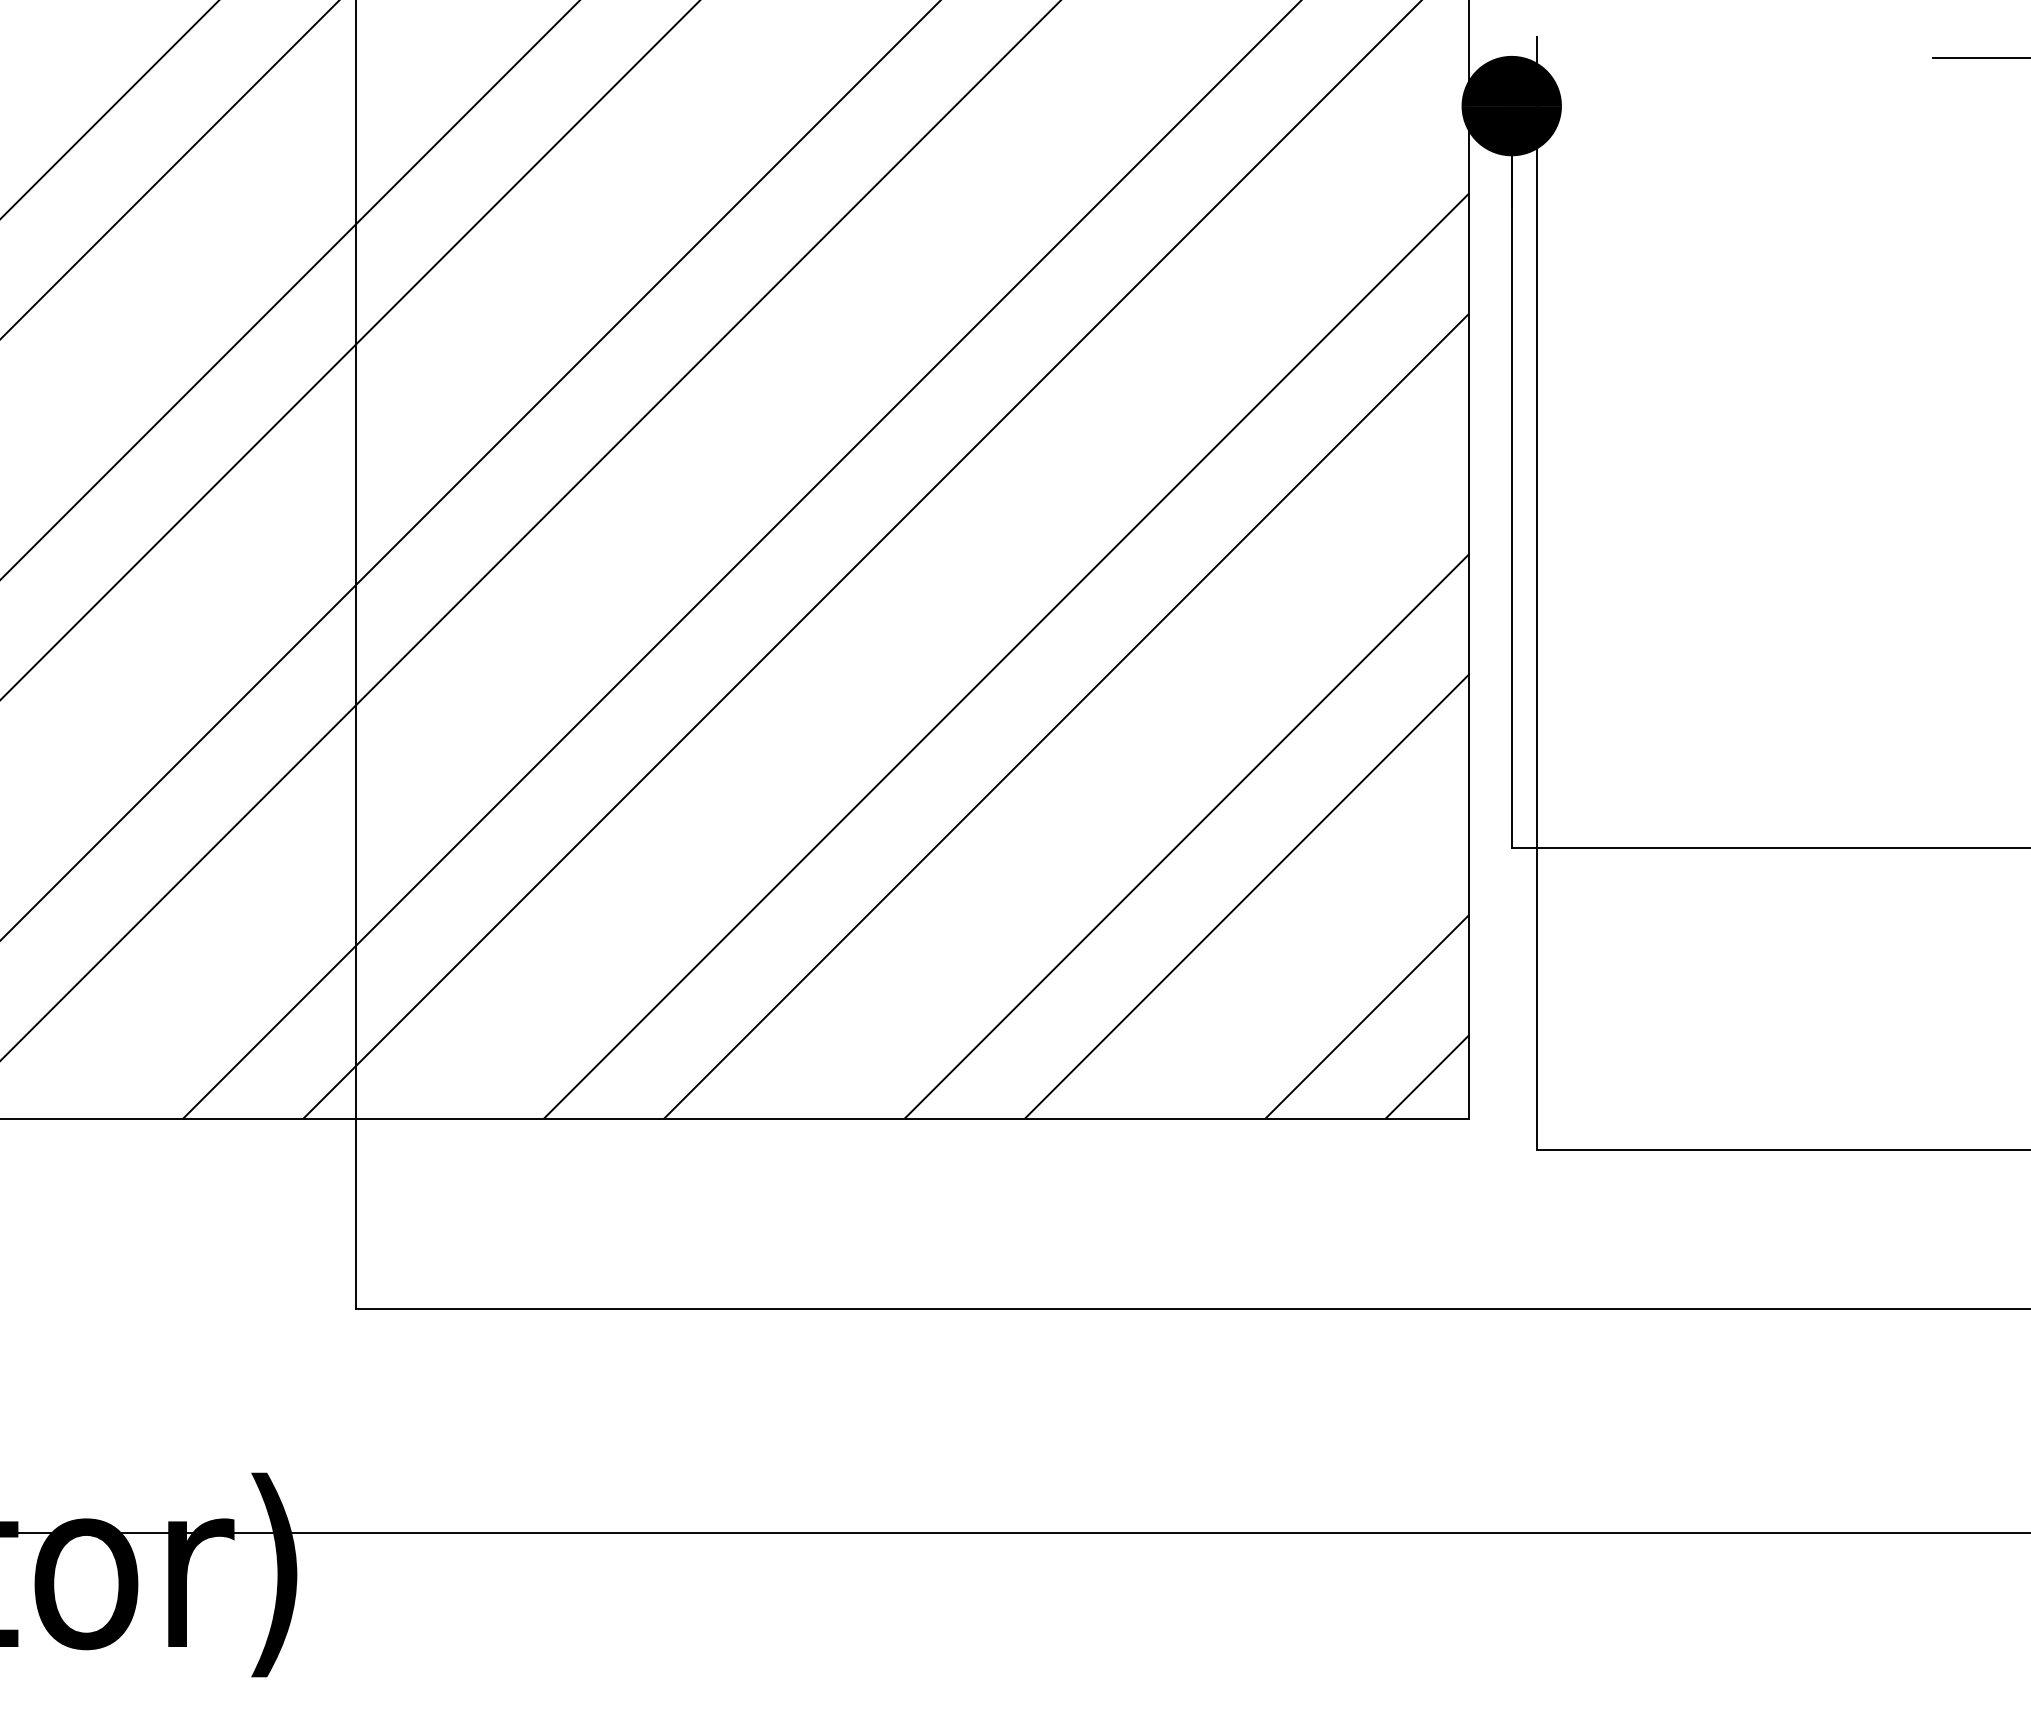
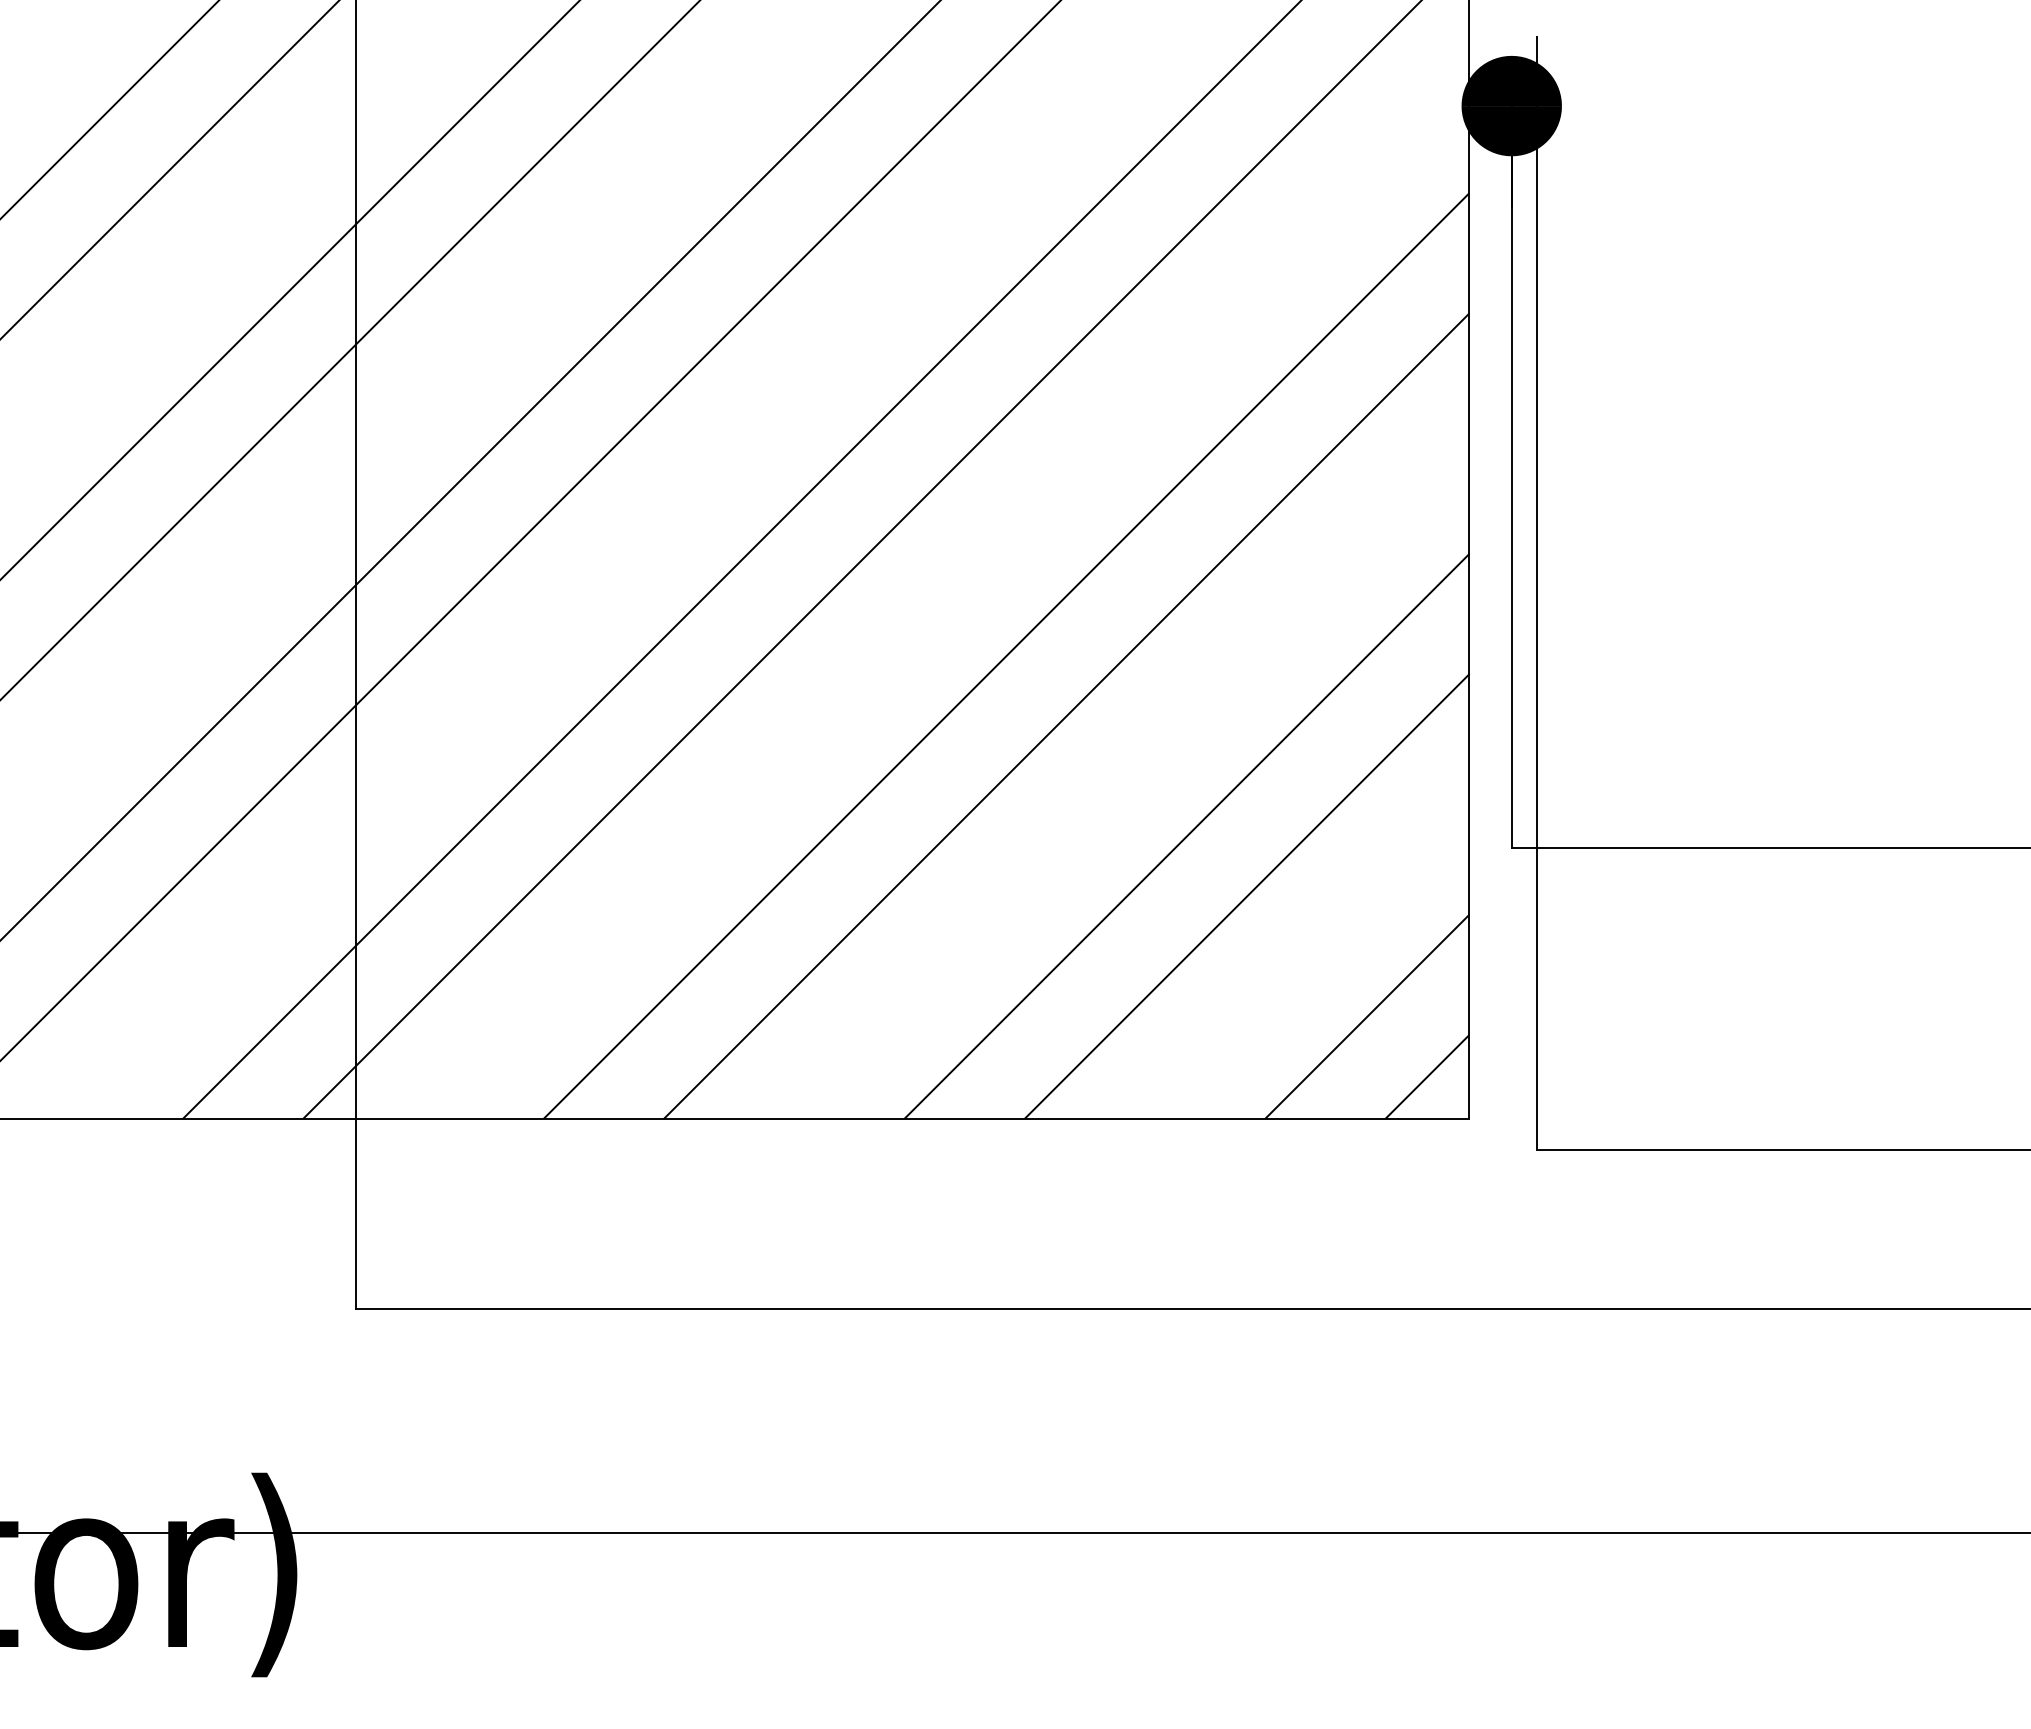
line at (1979, 57): present -> none
